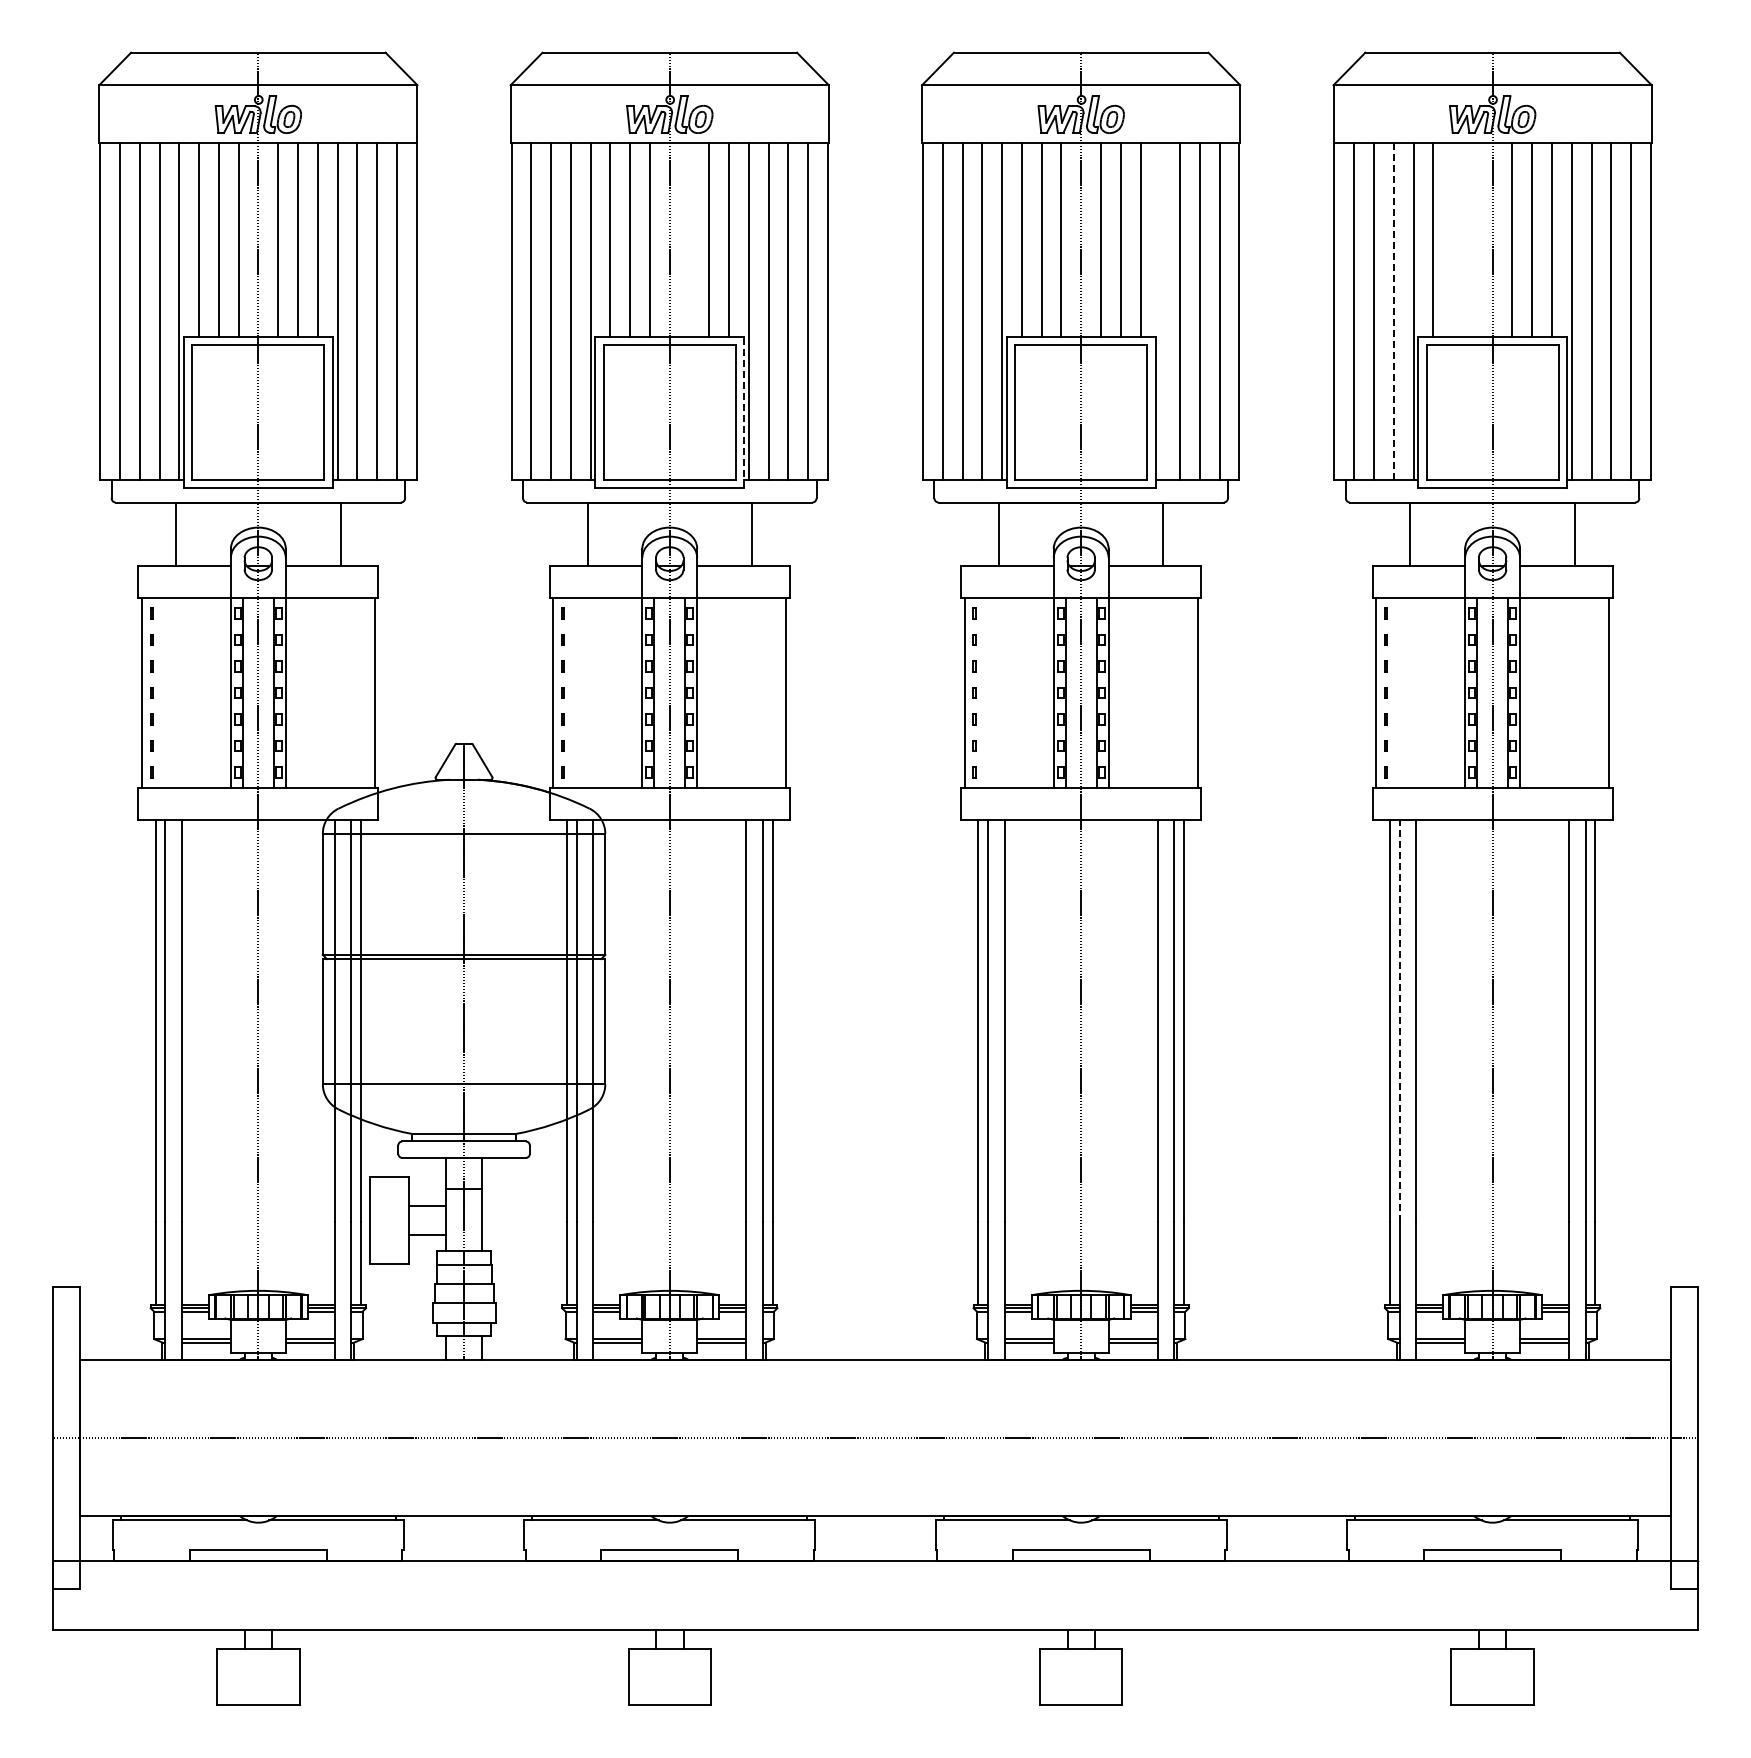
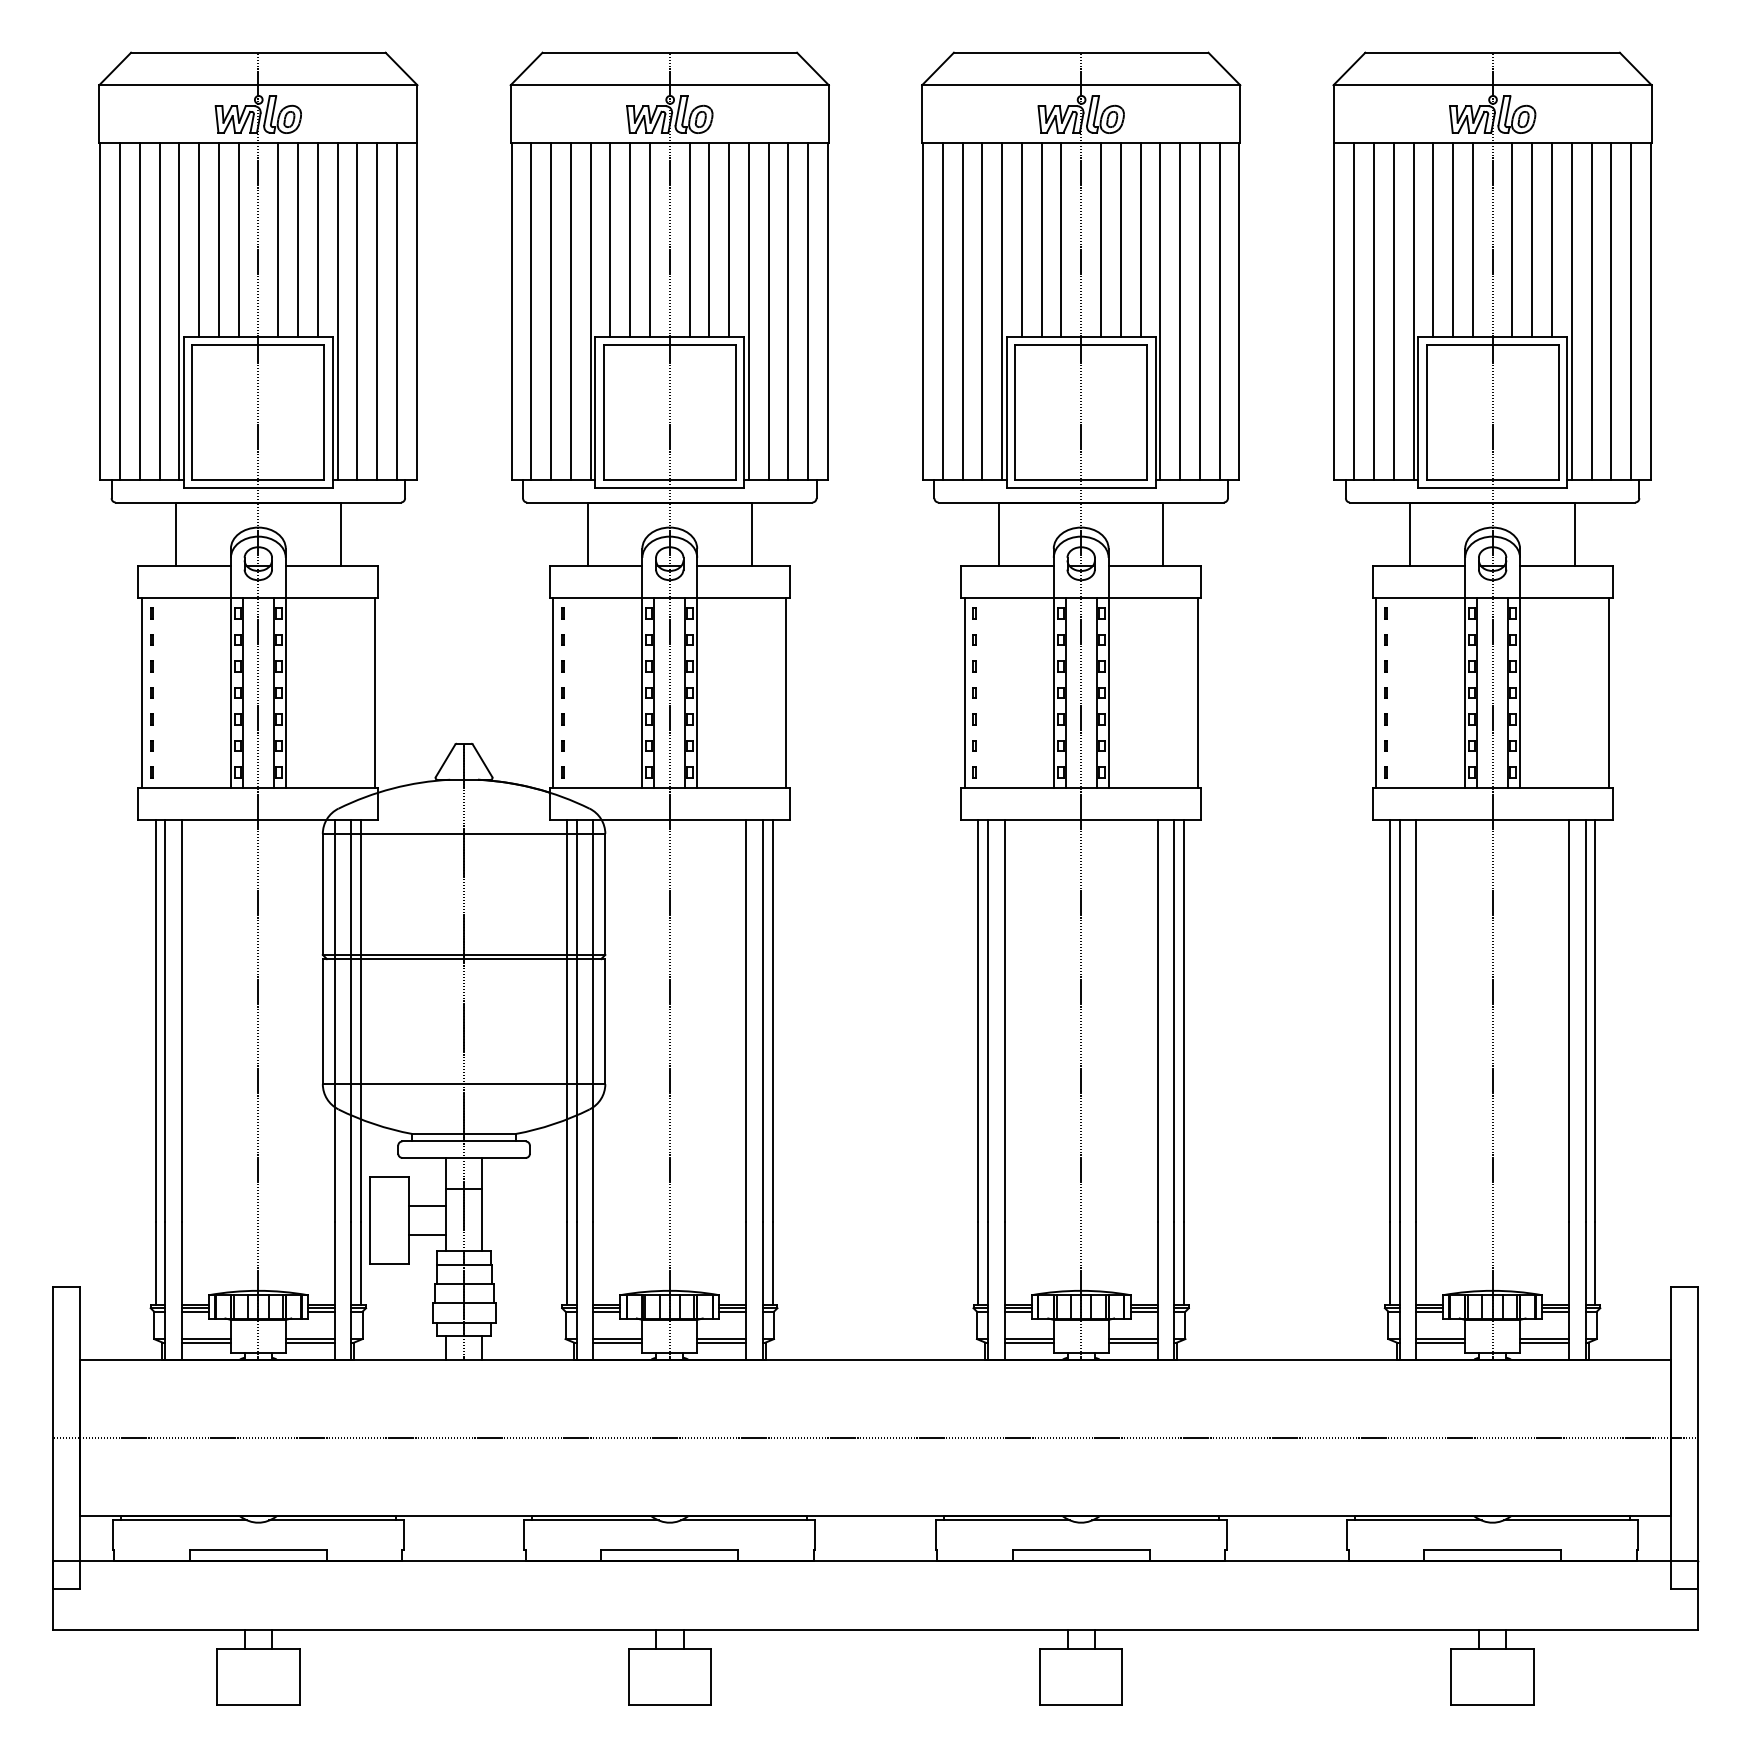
line at (689, 239): none -> present
line at (1453, 239): none -> present
line at (1472, 239): none -> present
line at (1160, 311): none -> present
line at (1393, 311): dashed -> solid
line at (744, 412): dashed -> solid
line at (1399, 1020): dashed -> solid
